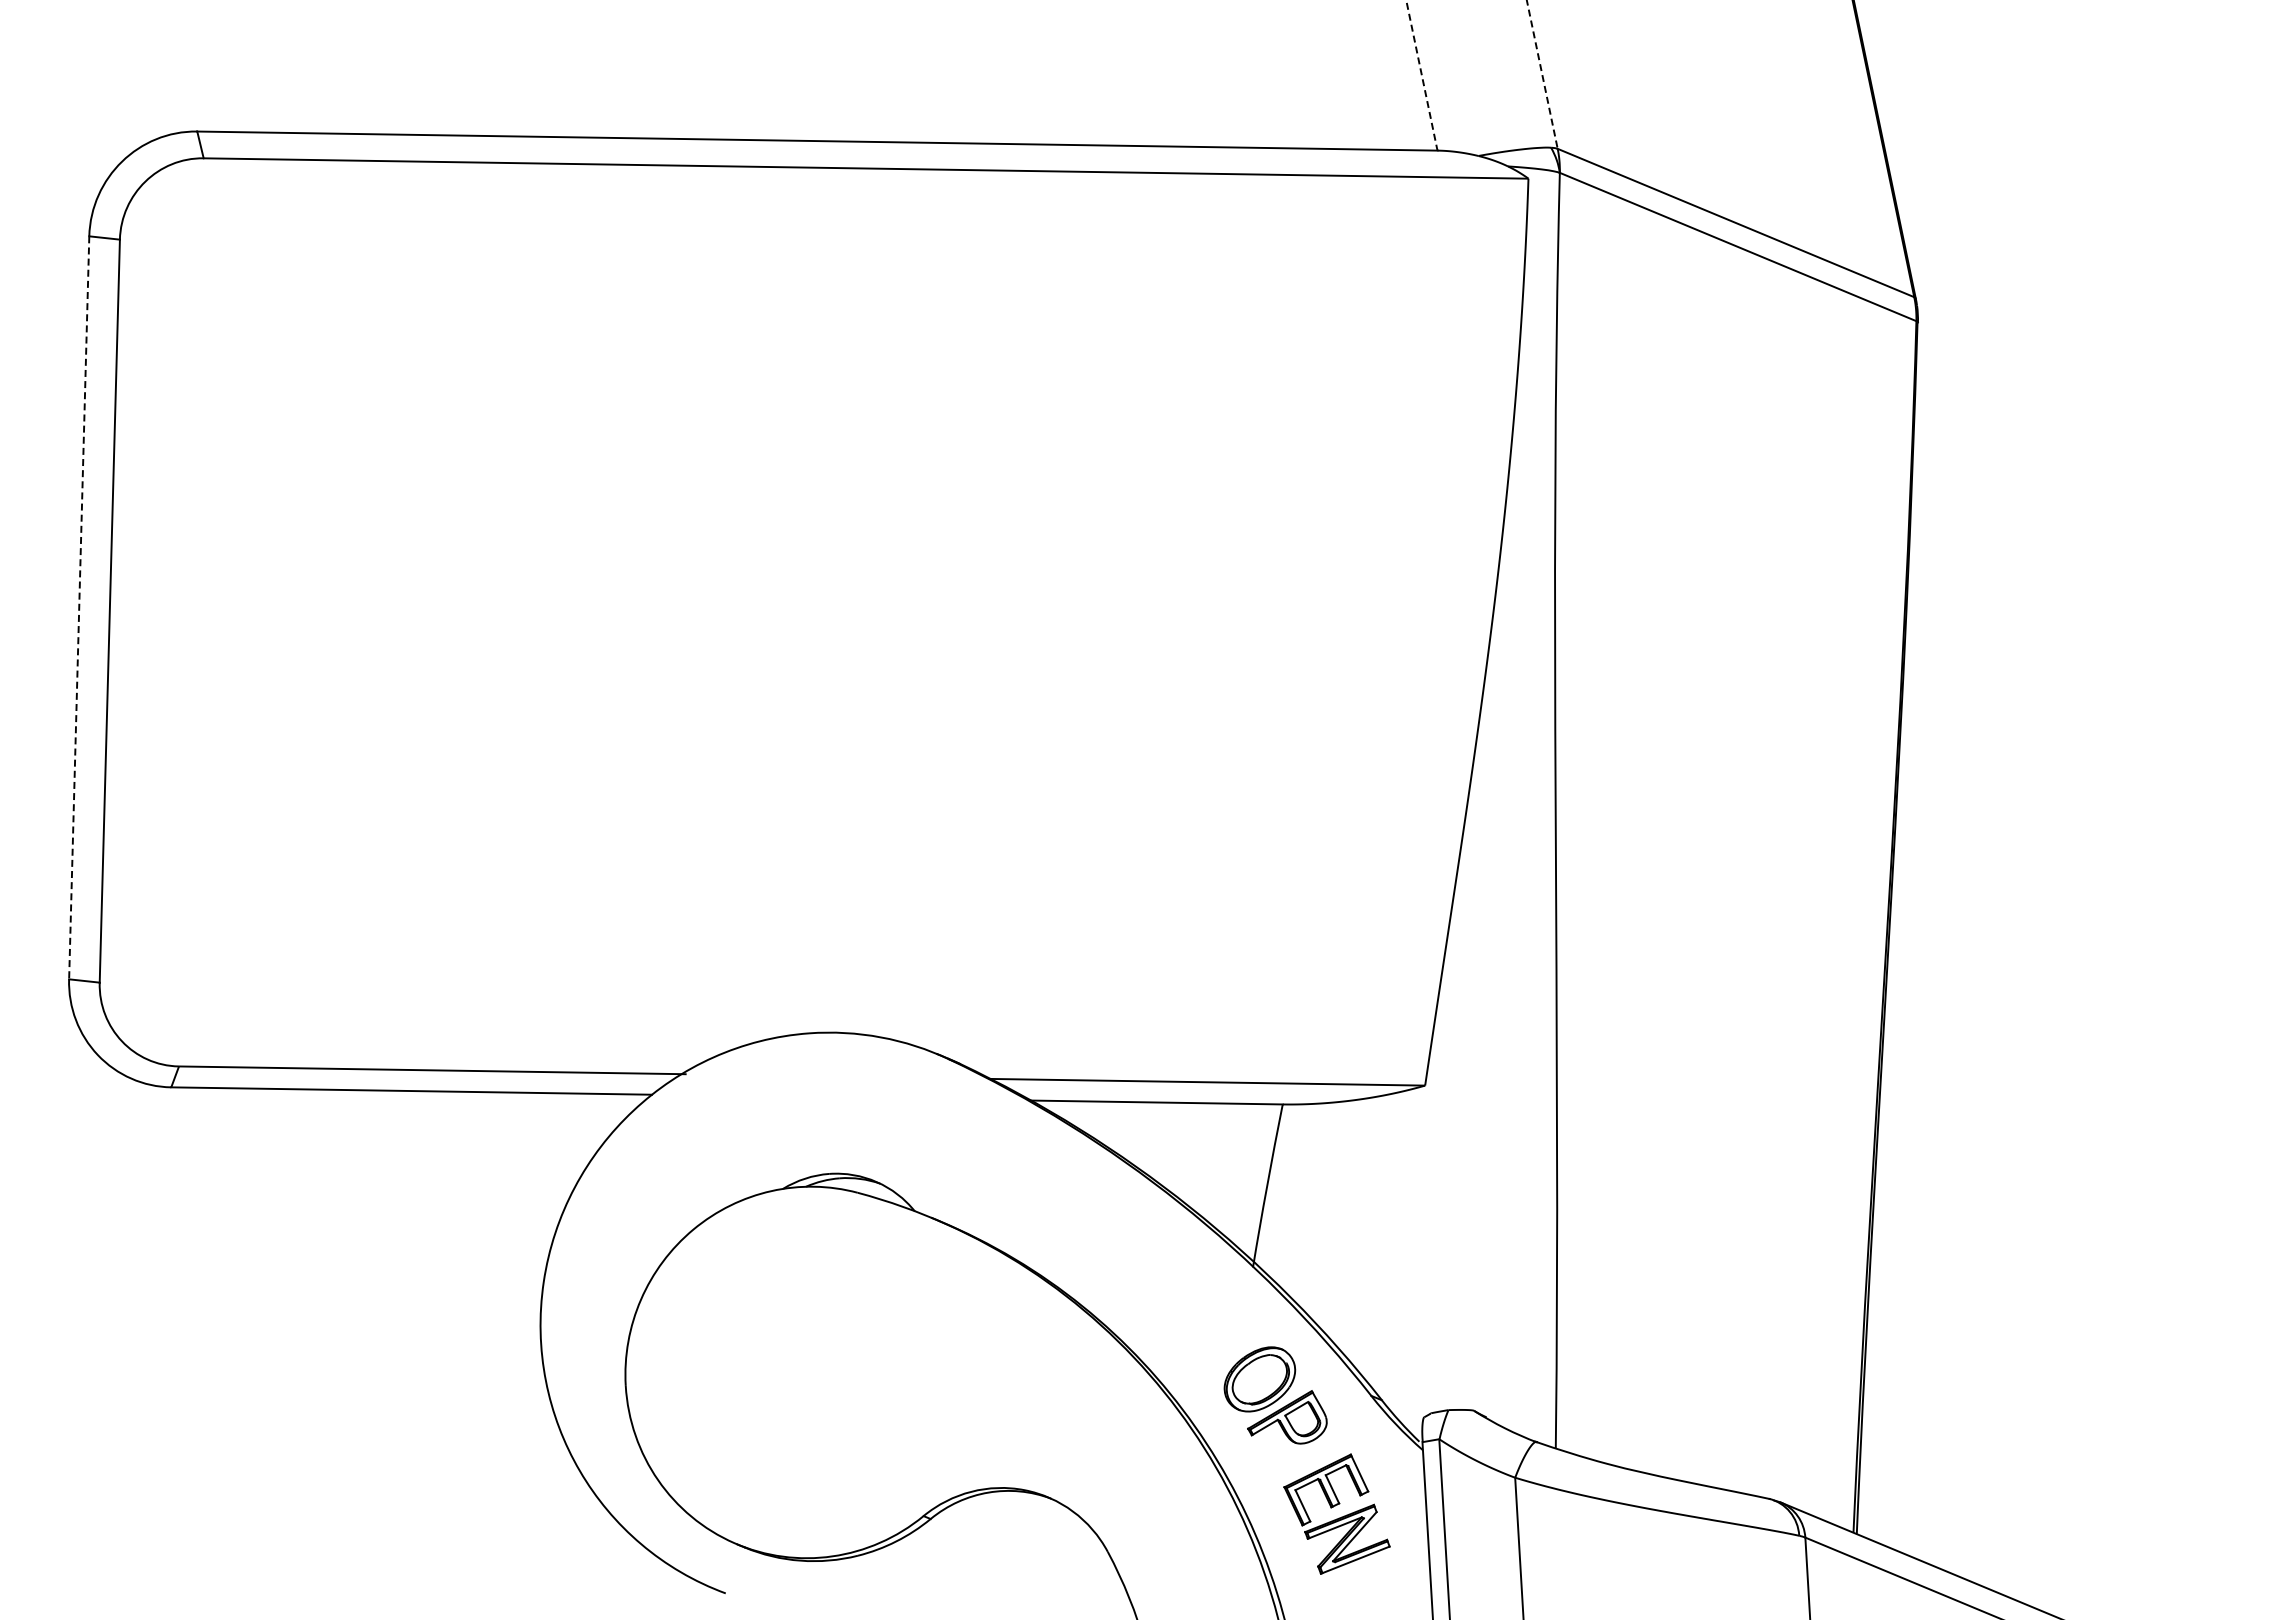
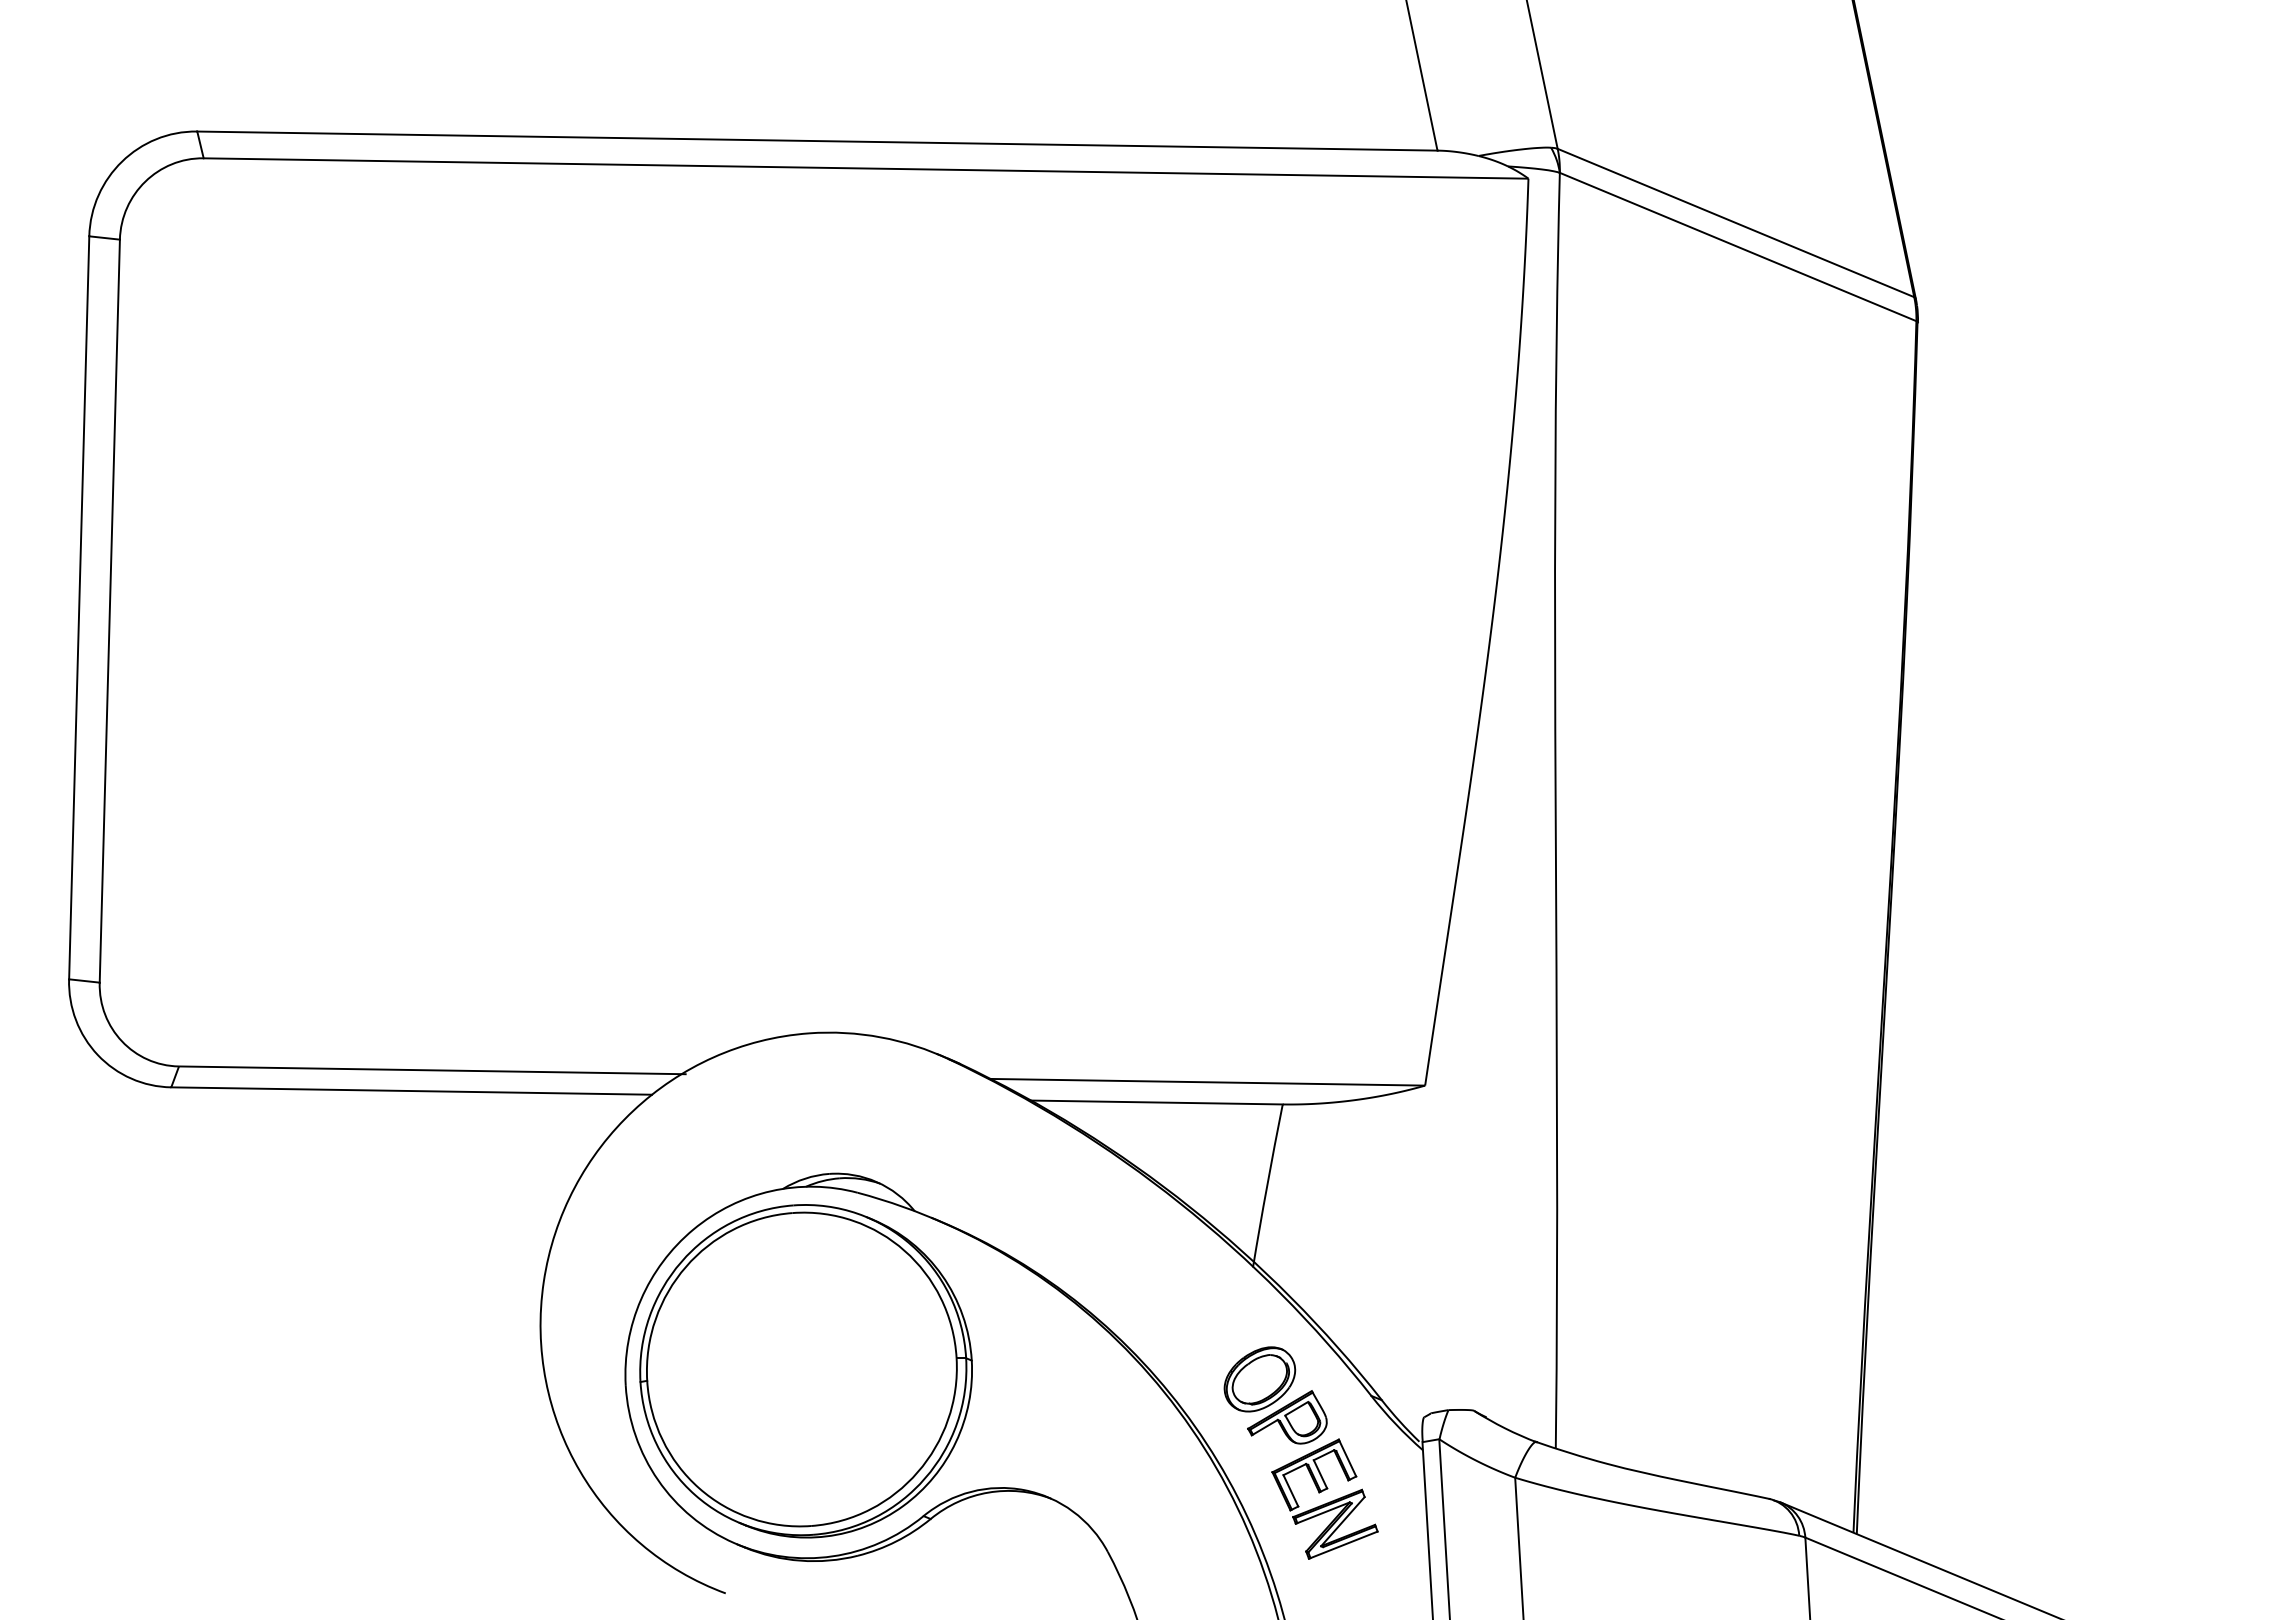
line at (1542, 74): dashed -> solid
line at (1422, 76): dashed -> solid
line at (79, 607): dashed -> solid
part at (805, 1371): none -> present
part at (1336, 1513) position: (1336, 1513) -> (1324, 1498)
